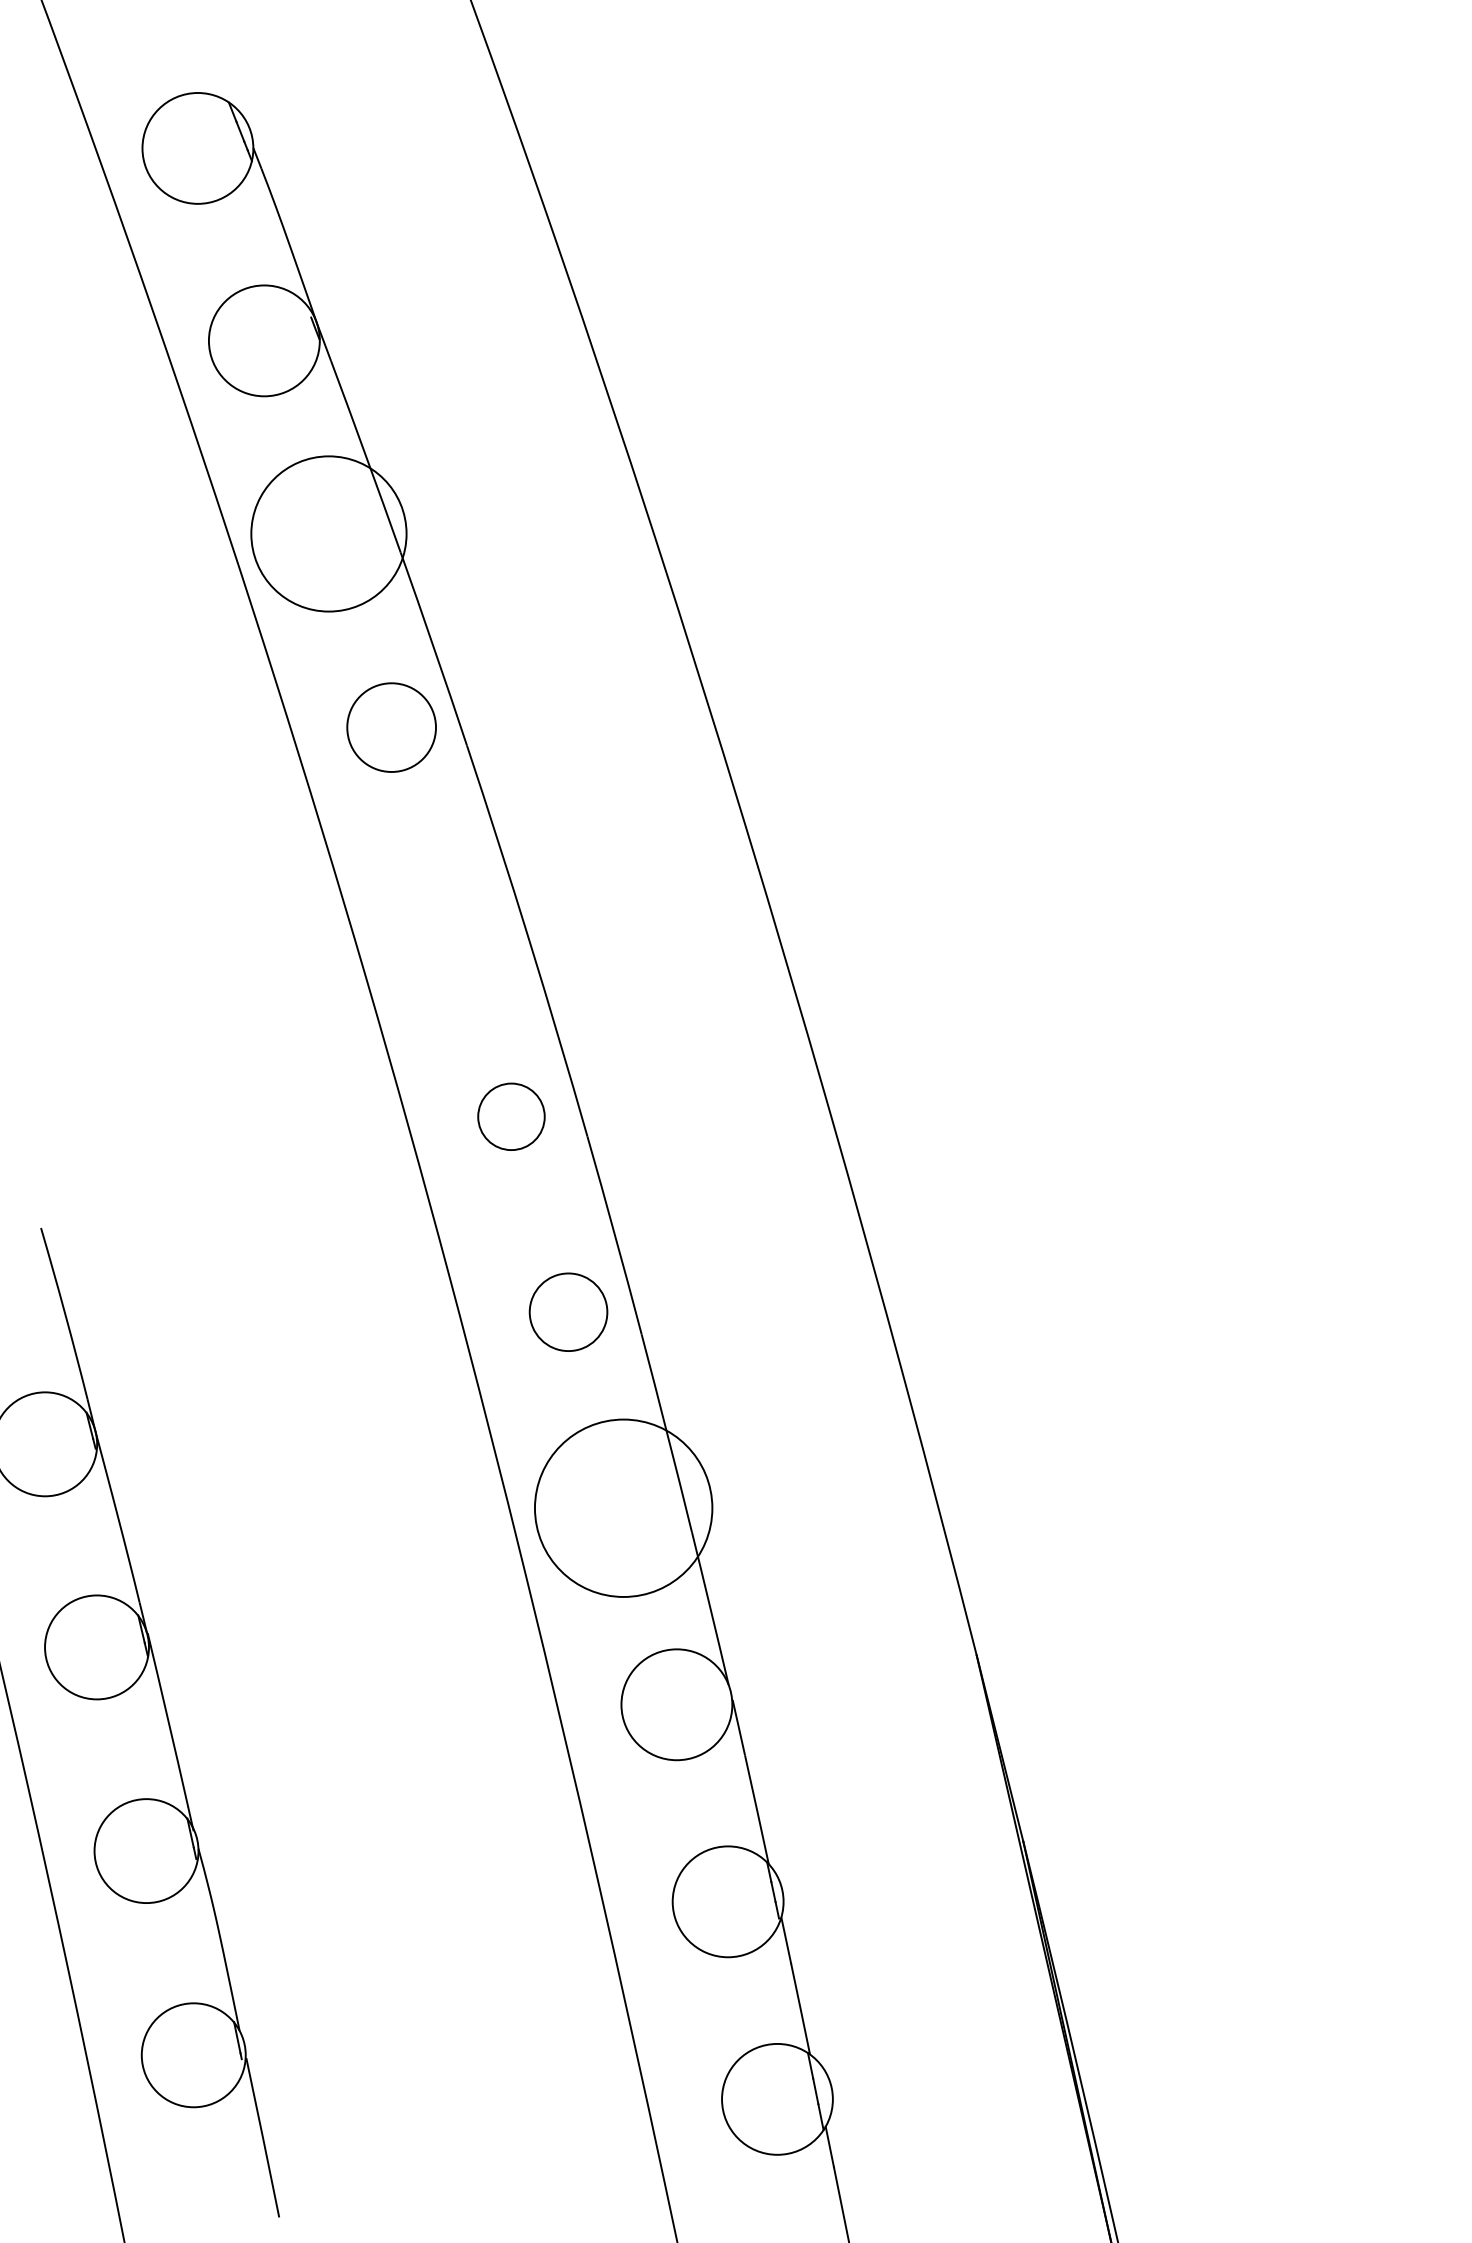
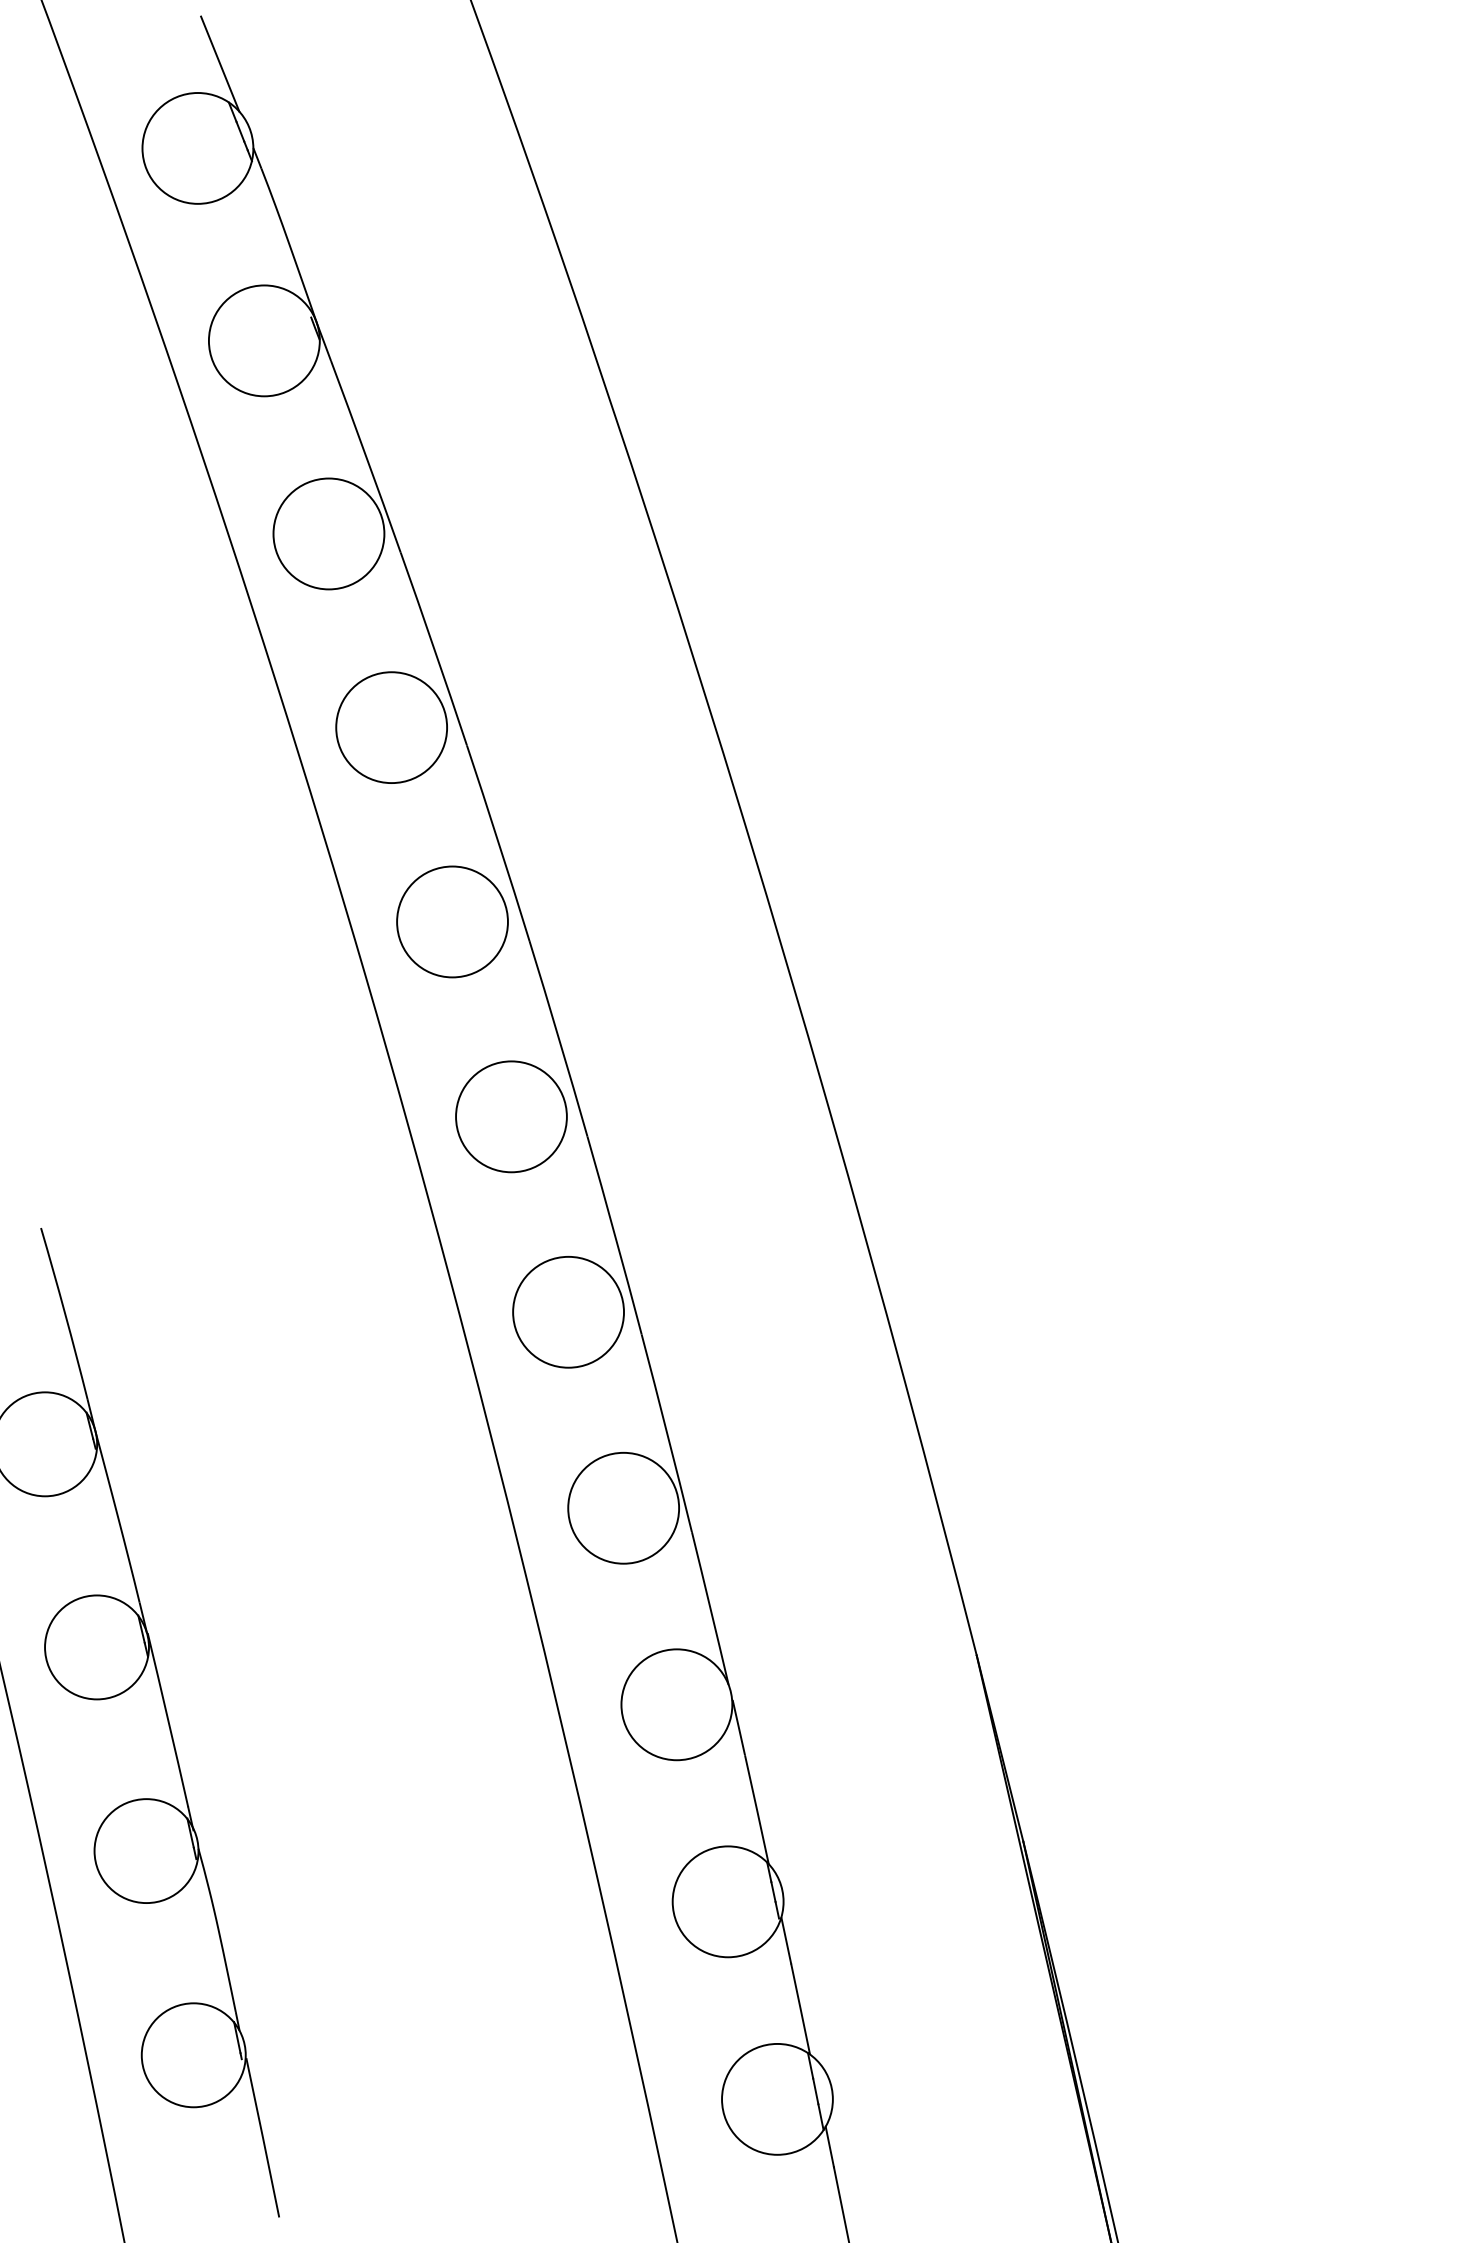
line at (220, 63): none -> present
circle at (328, 533) diameter: 155 px -> 111 px
circle at (391, 727) size: 91x91 px -> 113x113 px
circle at (452, 921): none -> present
circle at (511, 1116) diameter: 67 px -> 111 px
circle at (568, 1312) diameter: 78 px -> 111 px
circle at (623, 1507) diameter: 177 px -> 111 px
